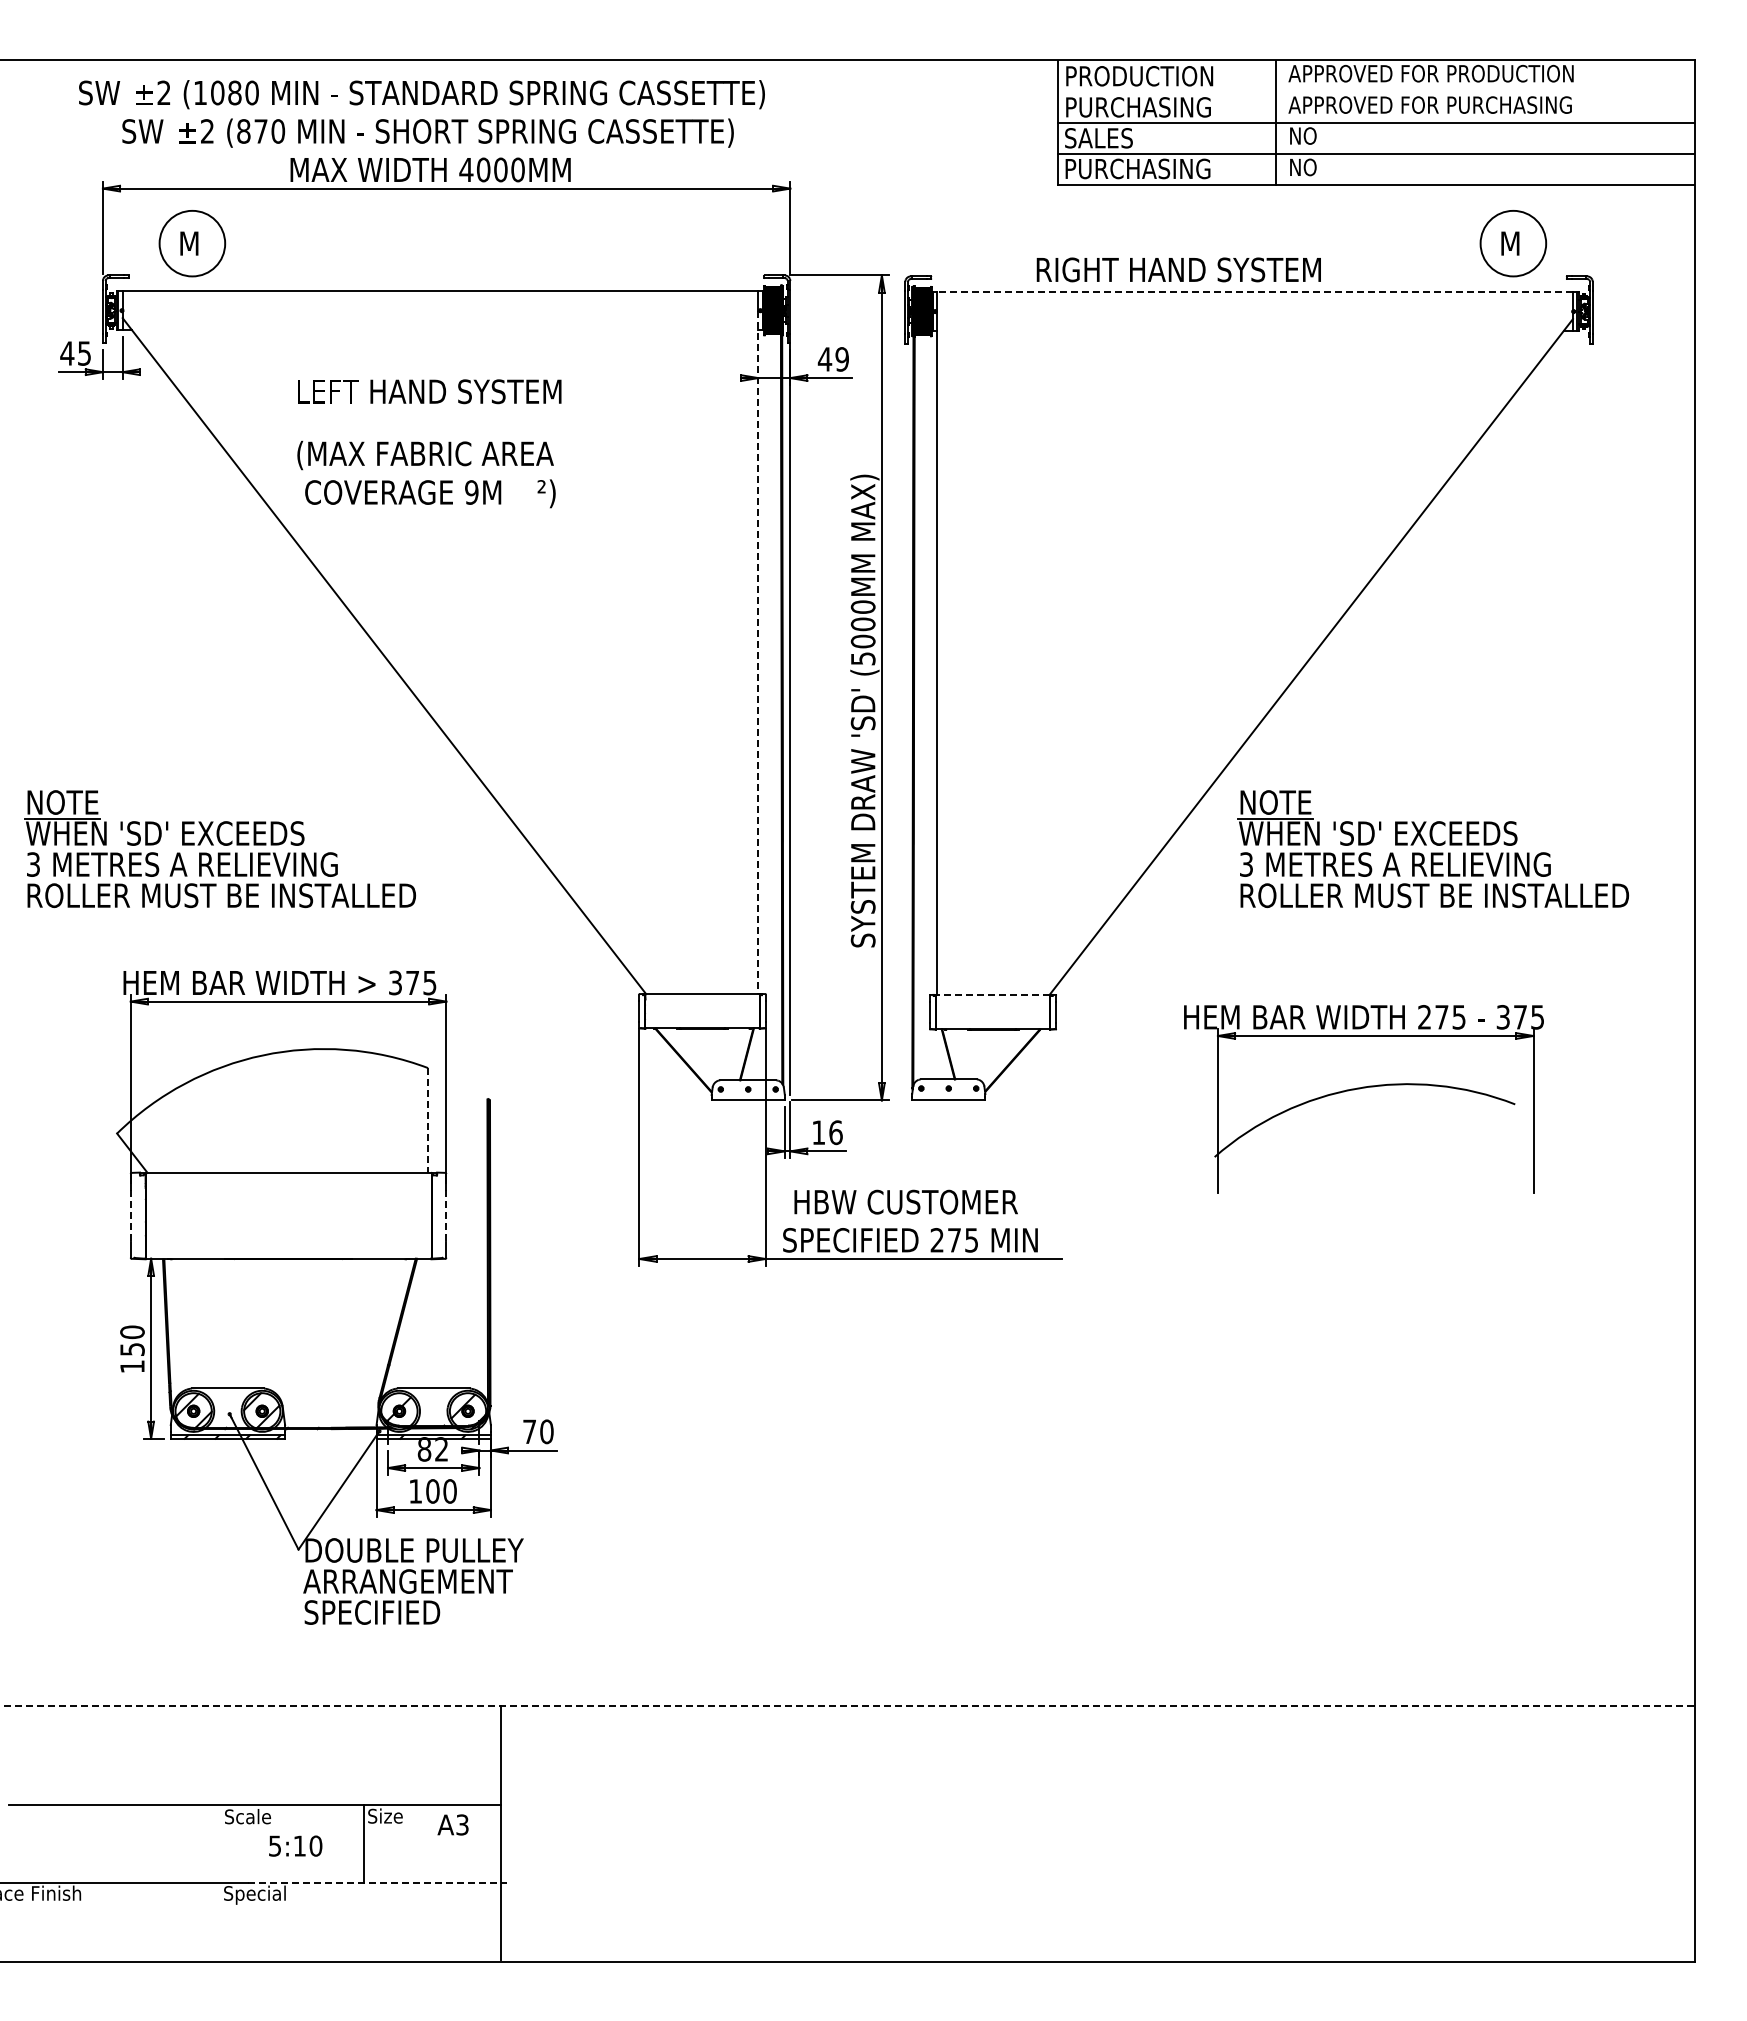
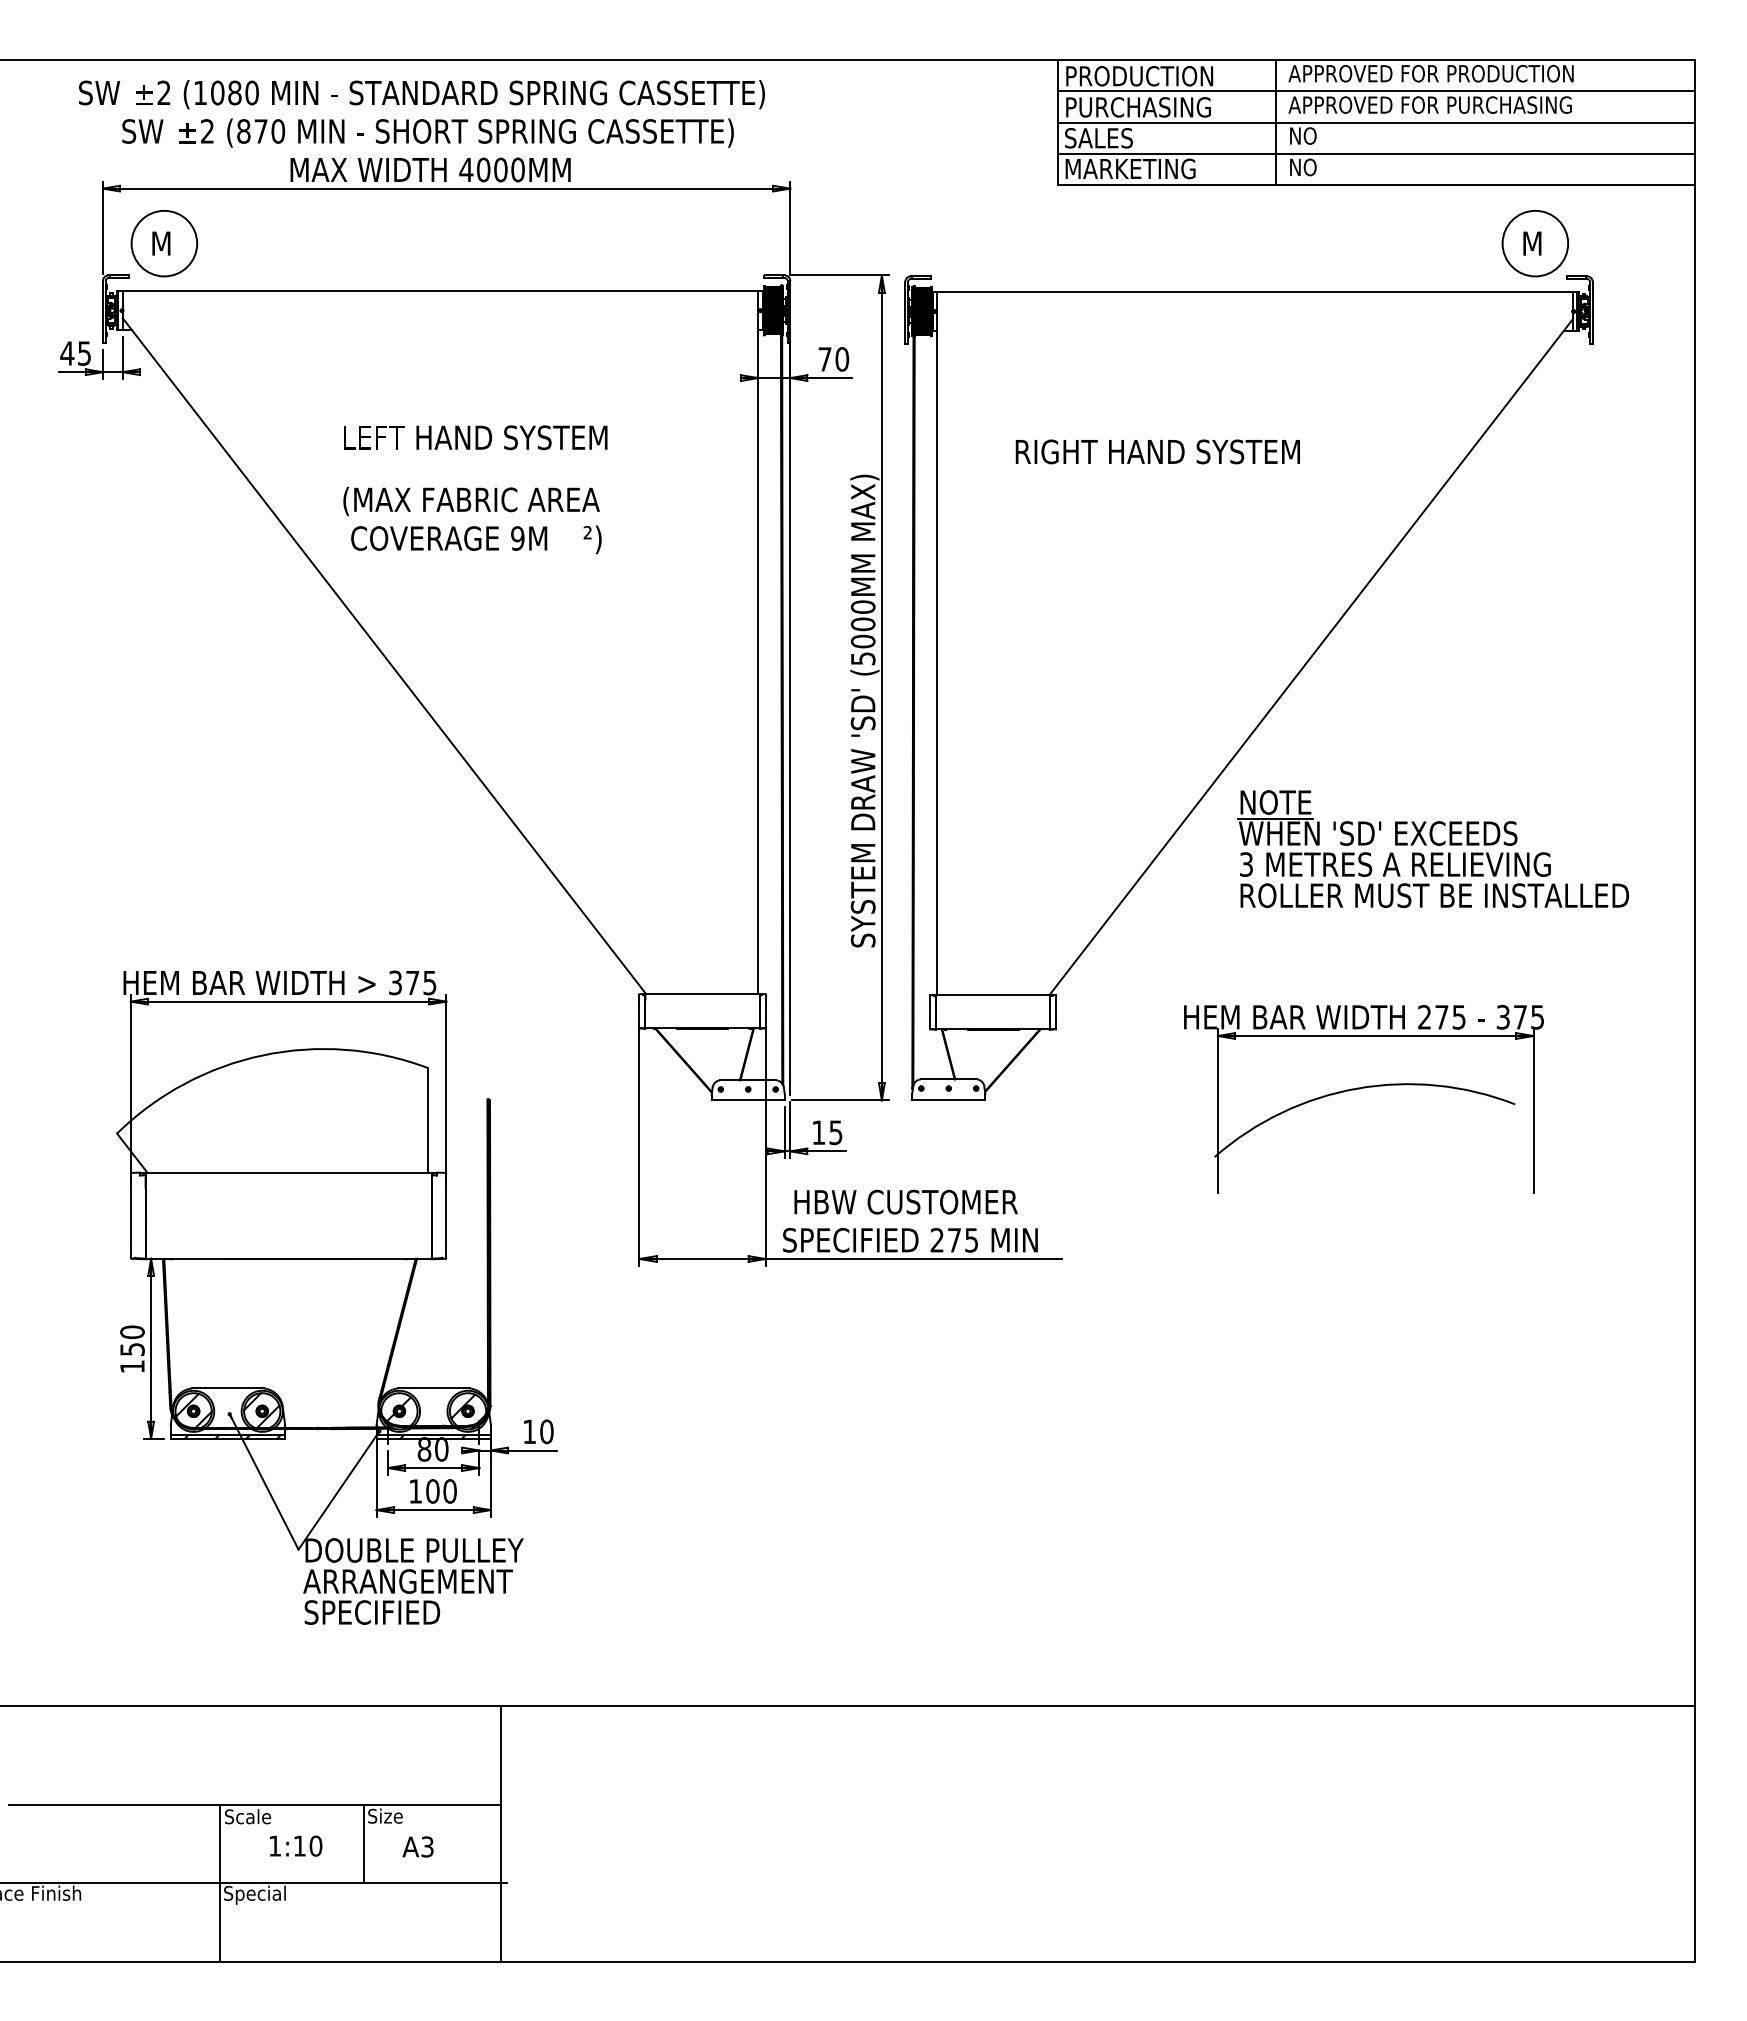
line at (1376, 91): none -> present
text at (1138, 168): PURCHASING -> MARKETING
part at (192, 243) position: (192, 243) -> (164, 243)
part at (1513, 243) position: (1513, 243) -> (1535, 243)
text at (1178, 269) position: (1178, 269) -> (1157, 451)
line at (1255, 291): dashed -> solid
text at (833, 359): 49 -> 70
text at (429, 443) position: (429, 443) -> (475, 489)
line at (758, 652): dashed -> solid
part at (220, 849): present -> none
line at (992, 995): dashed -> solid
line at (428, 1121): dashed -> solid
text at (835, 1132): 16 -> 15
line at (130, 1216): dashed -> solid
line at (446, 1216): dashed -> solid
text at (529, 1431): 70 -> 10
text at (441, 1449): 82 -> 80
line at (847, 1705): dashed -> solid
text at (452, 1824) position: (452, 1824) -> (417, 1846)
text at (274, 1845): 5:10 -> 1:10
line at (219, 1882): none -> present
line at (377, 1882): dashed -> solid
